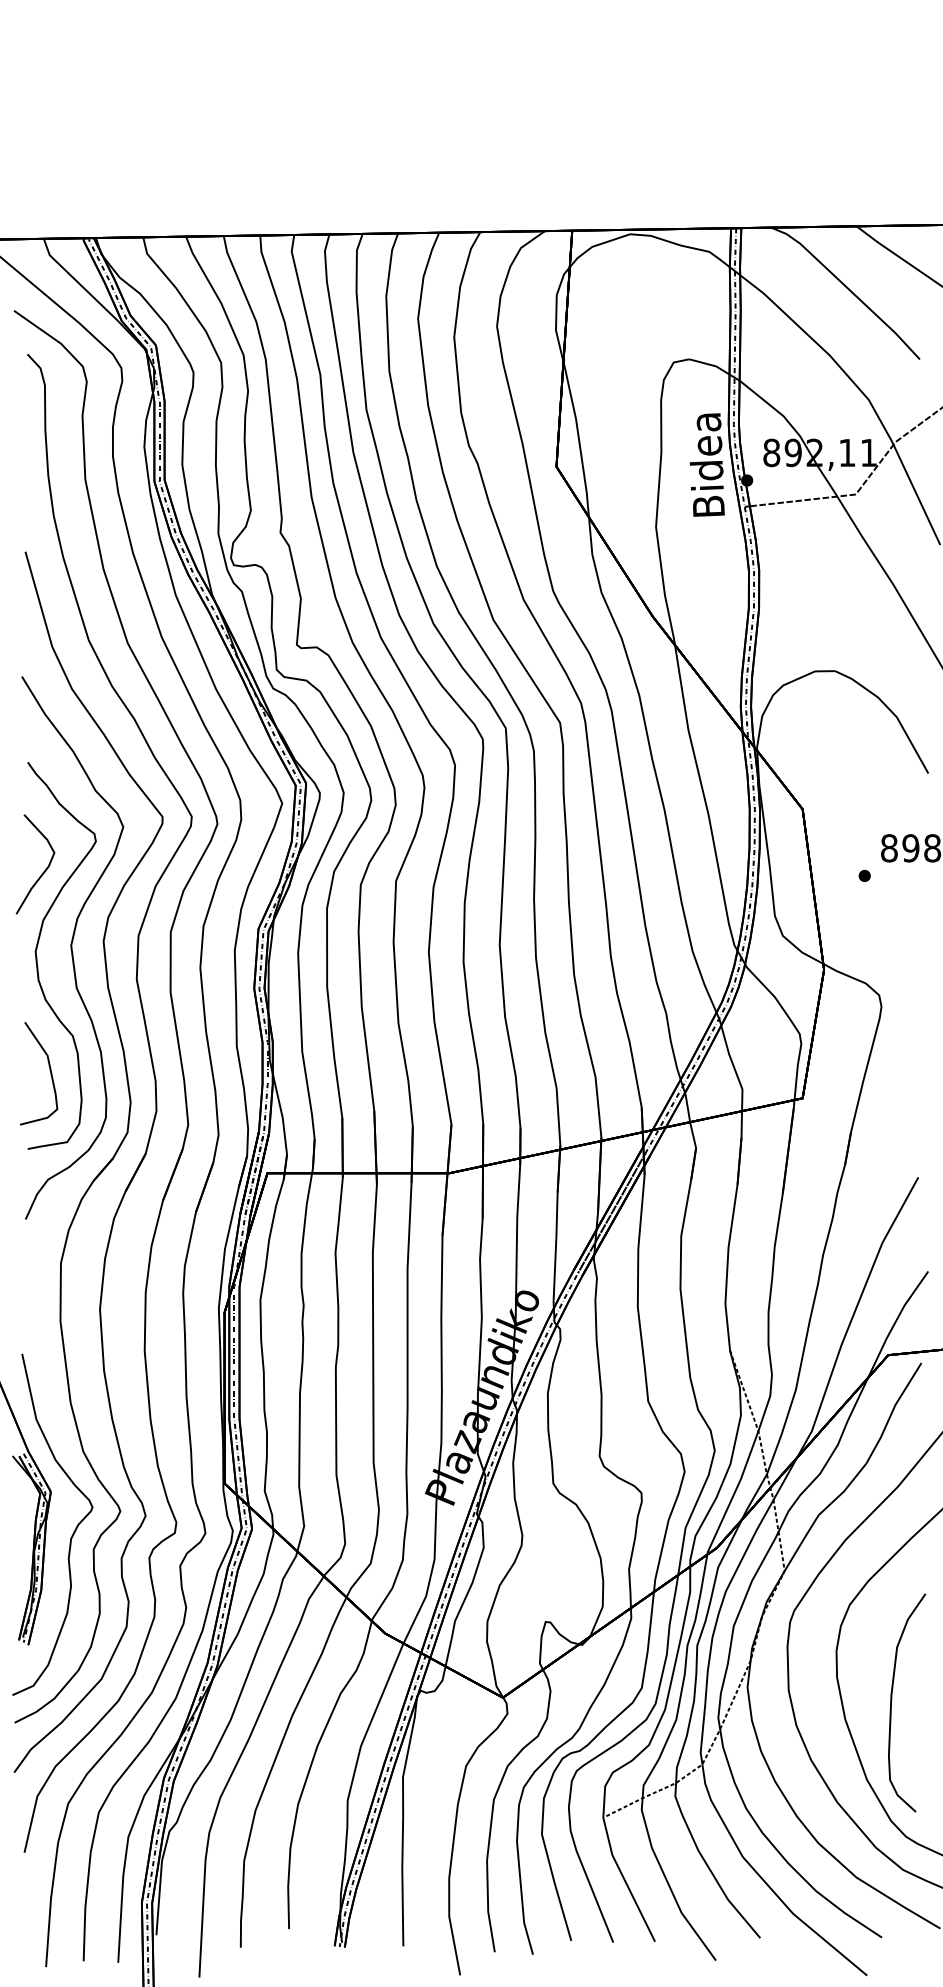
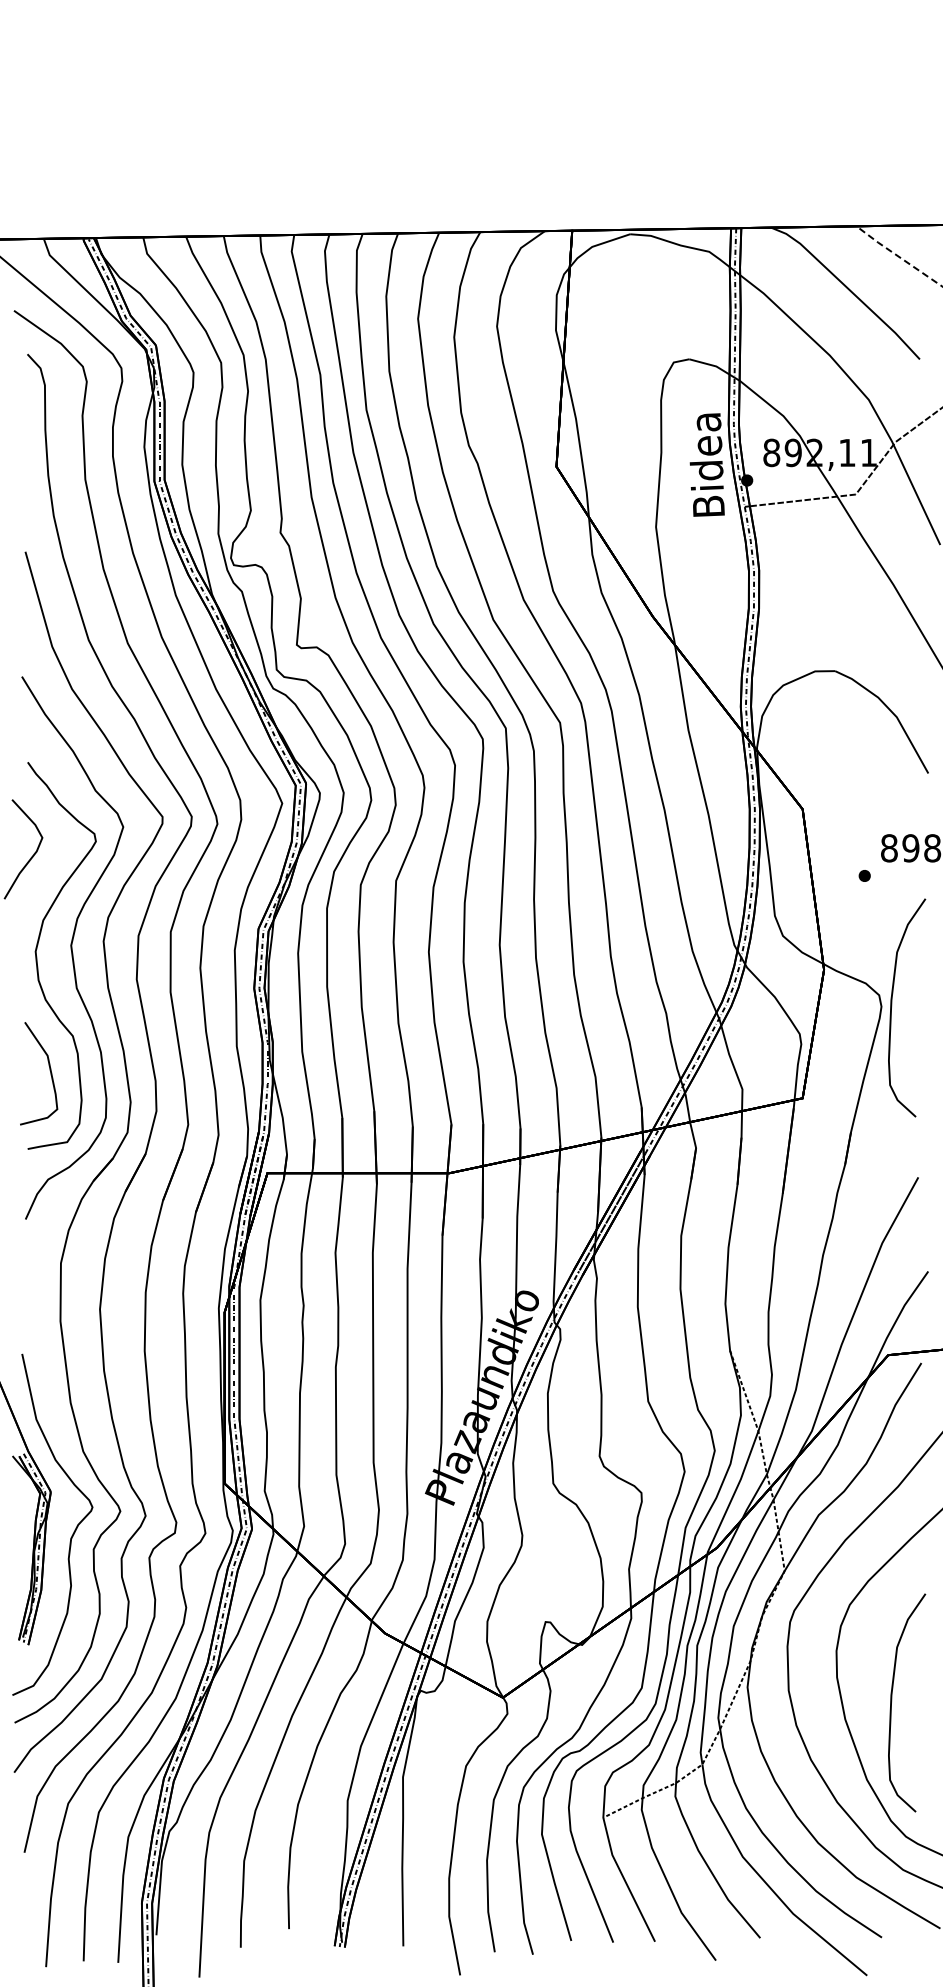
line at (898, 256): solid -> dashed
curve at (43, 871) position: (43, 871) -> (31, 856)
curve at (892, 1006): none -> present
